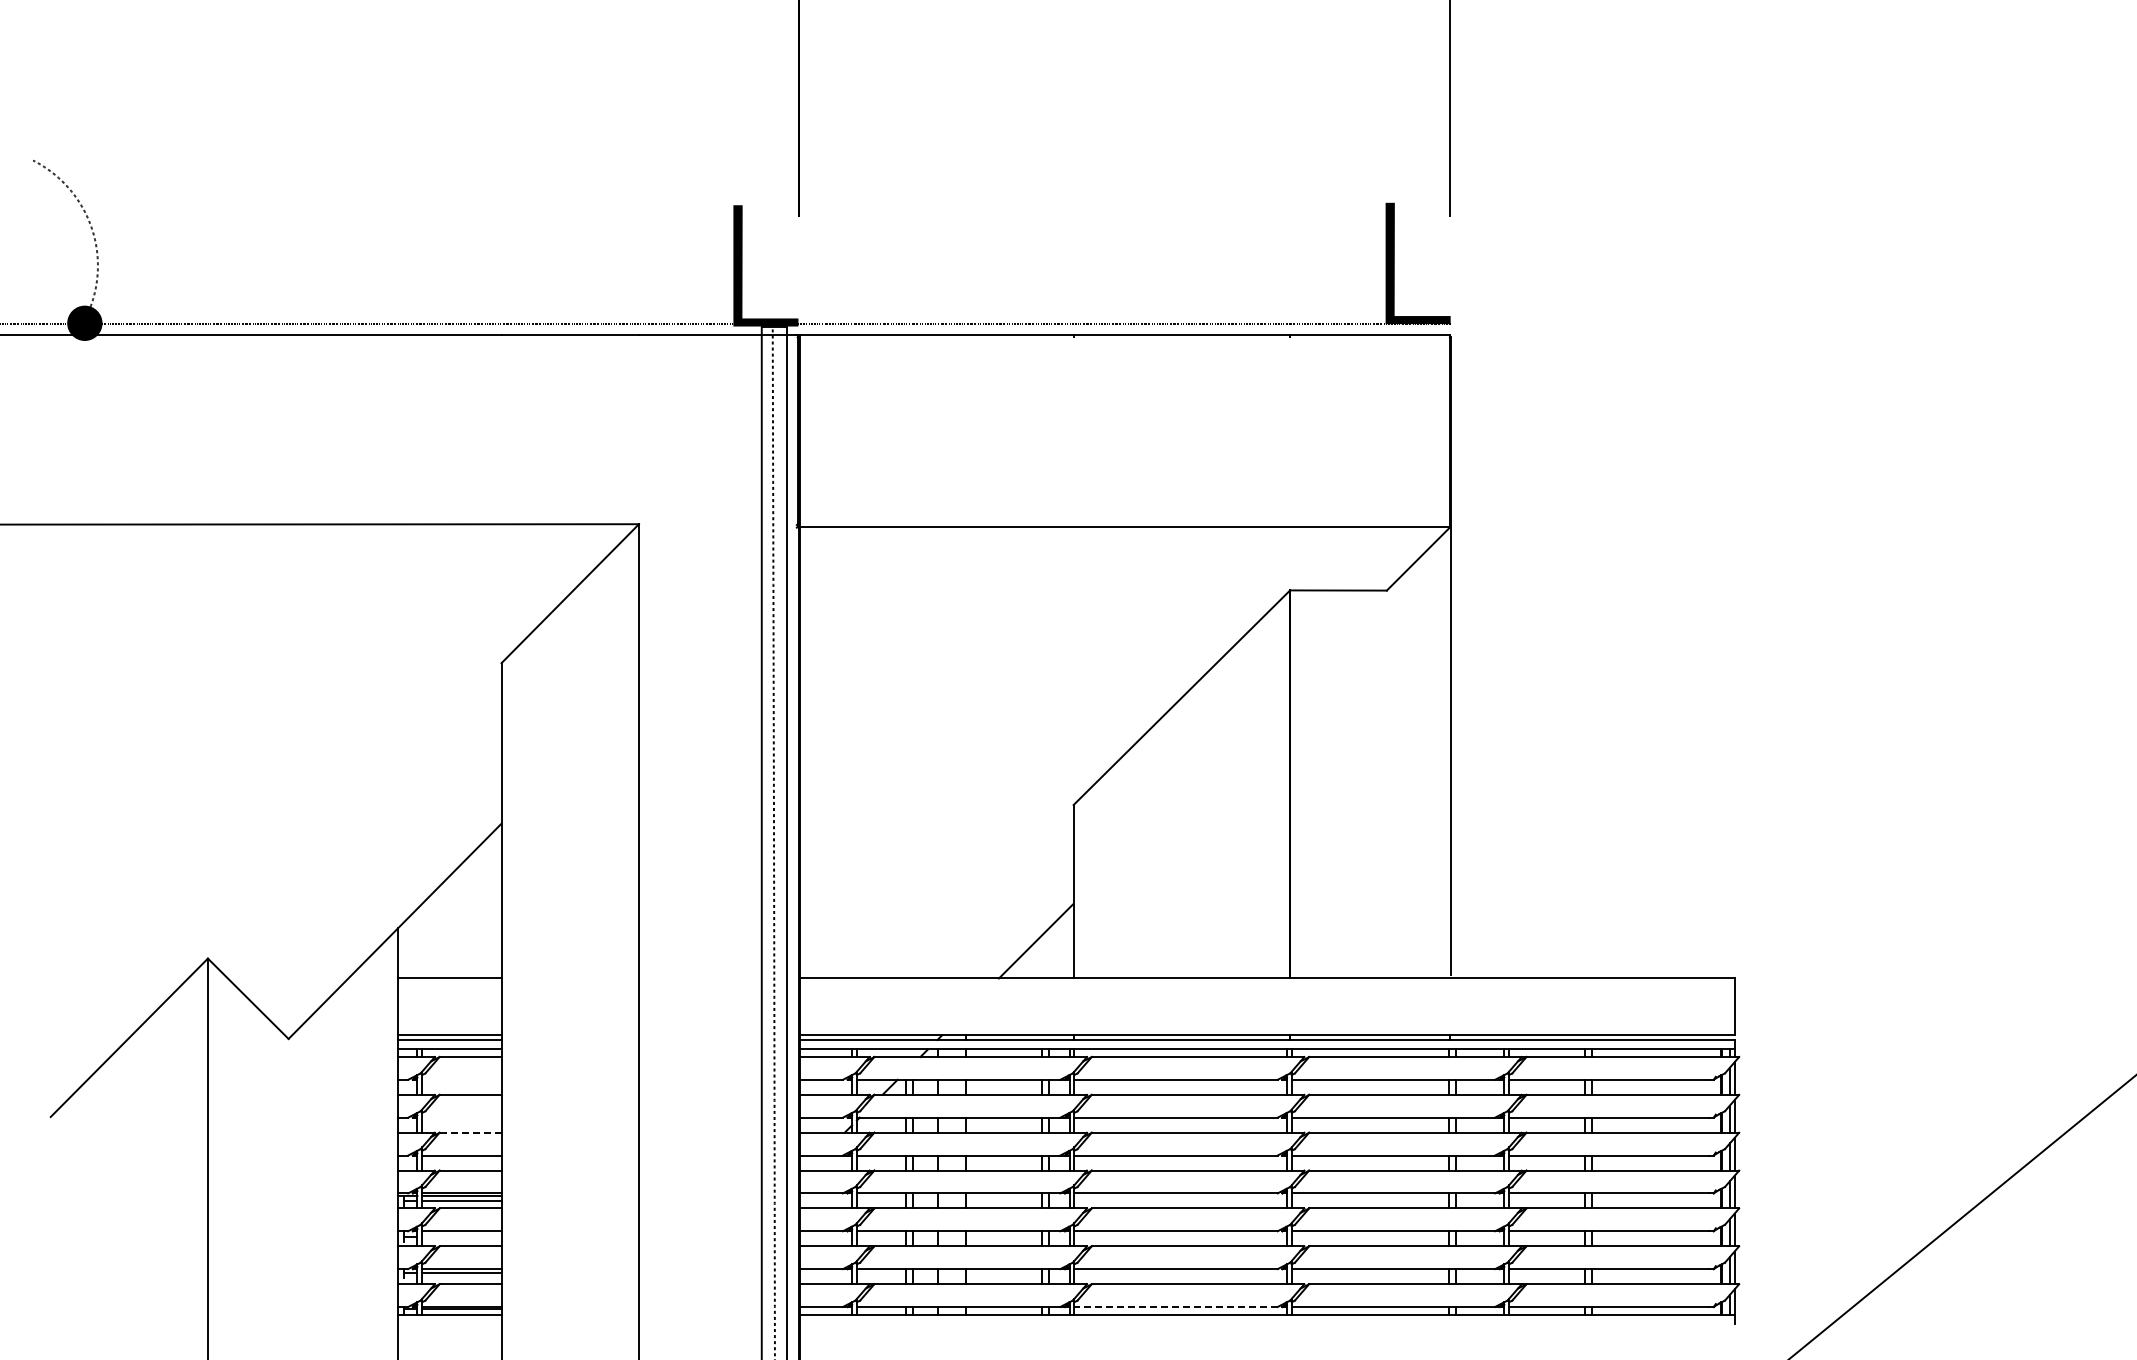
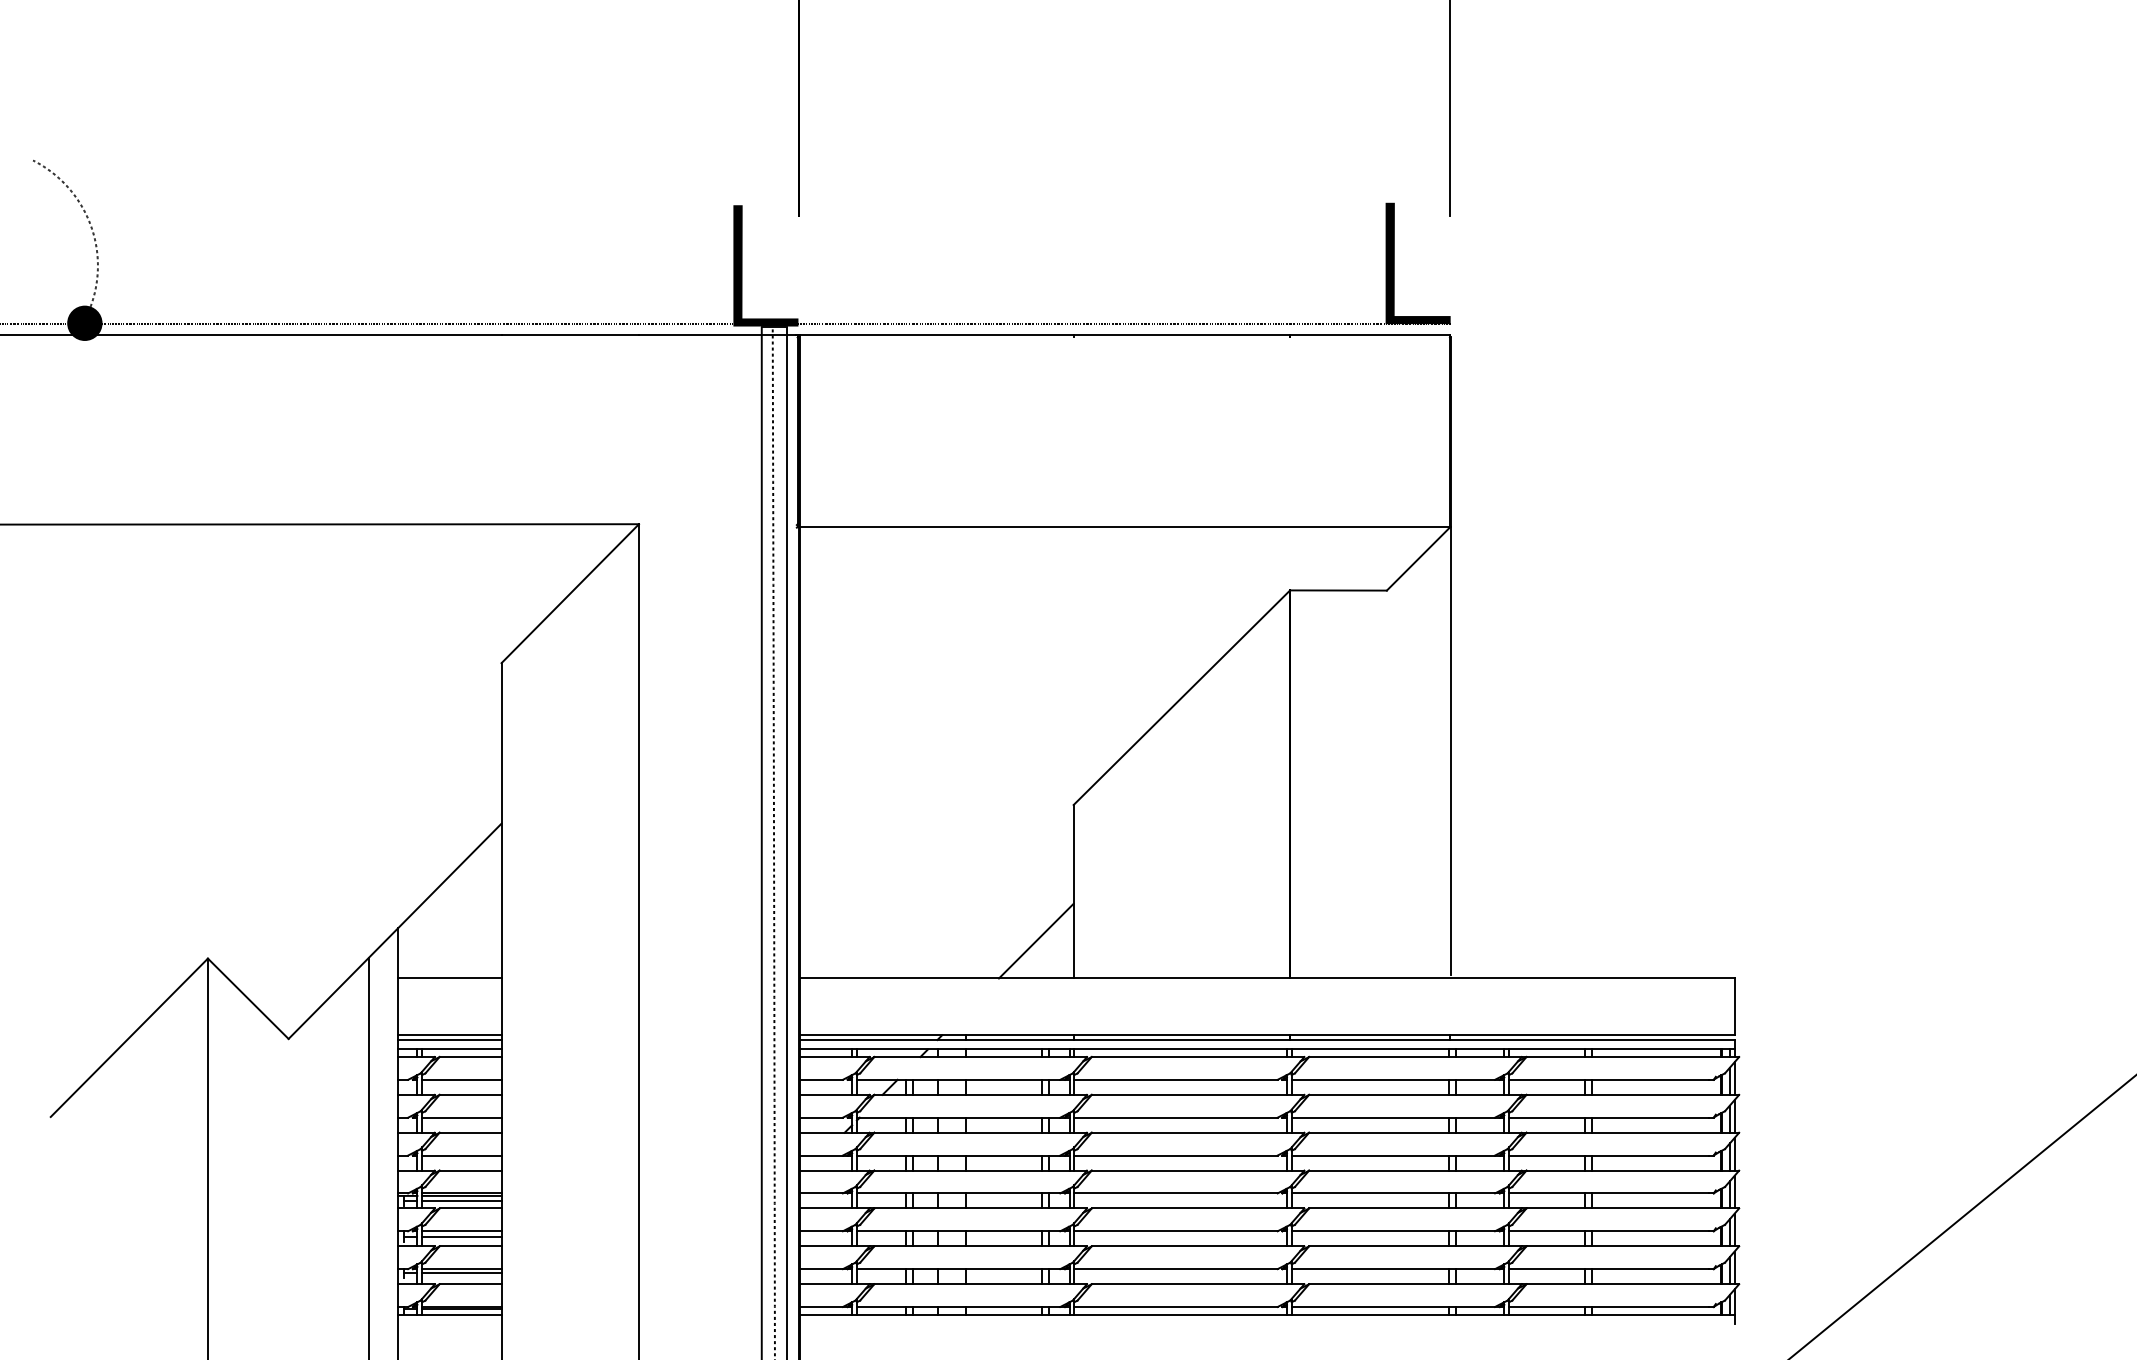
line at (461, 1079): none -> present
line at (461, 1117): none -> present
line at (470, 1132): dashed -> solid
line at (369, 1156): none -> present
line at (461, 1236): none -> present
line at (1176, 1306): dashed -> solid
